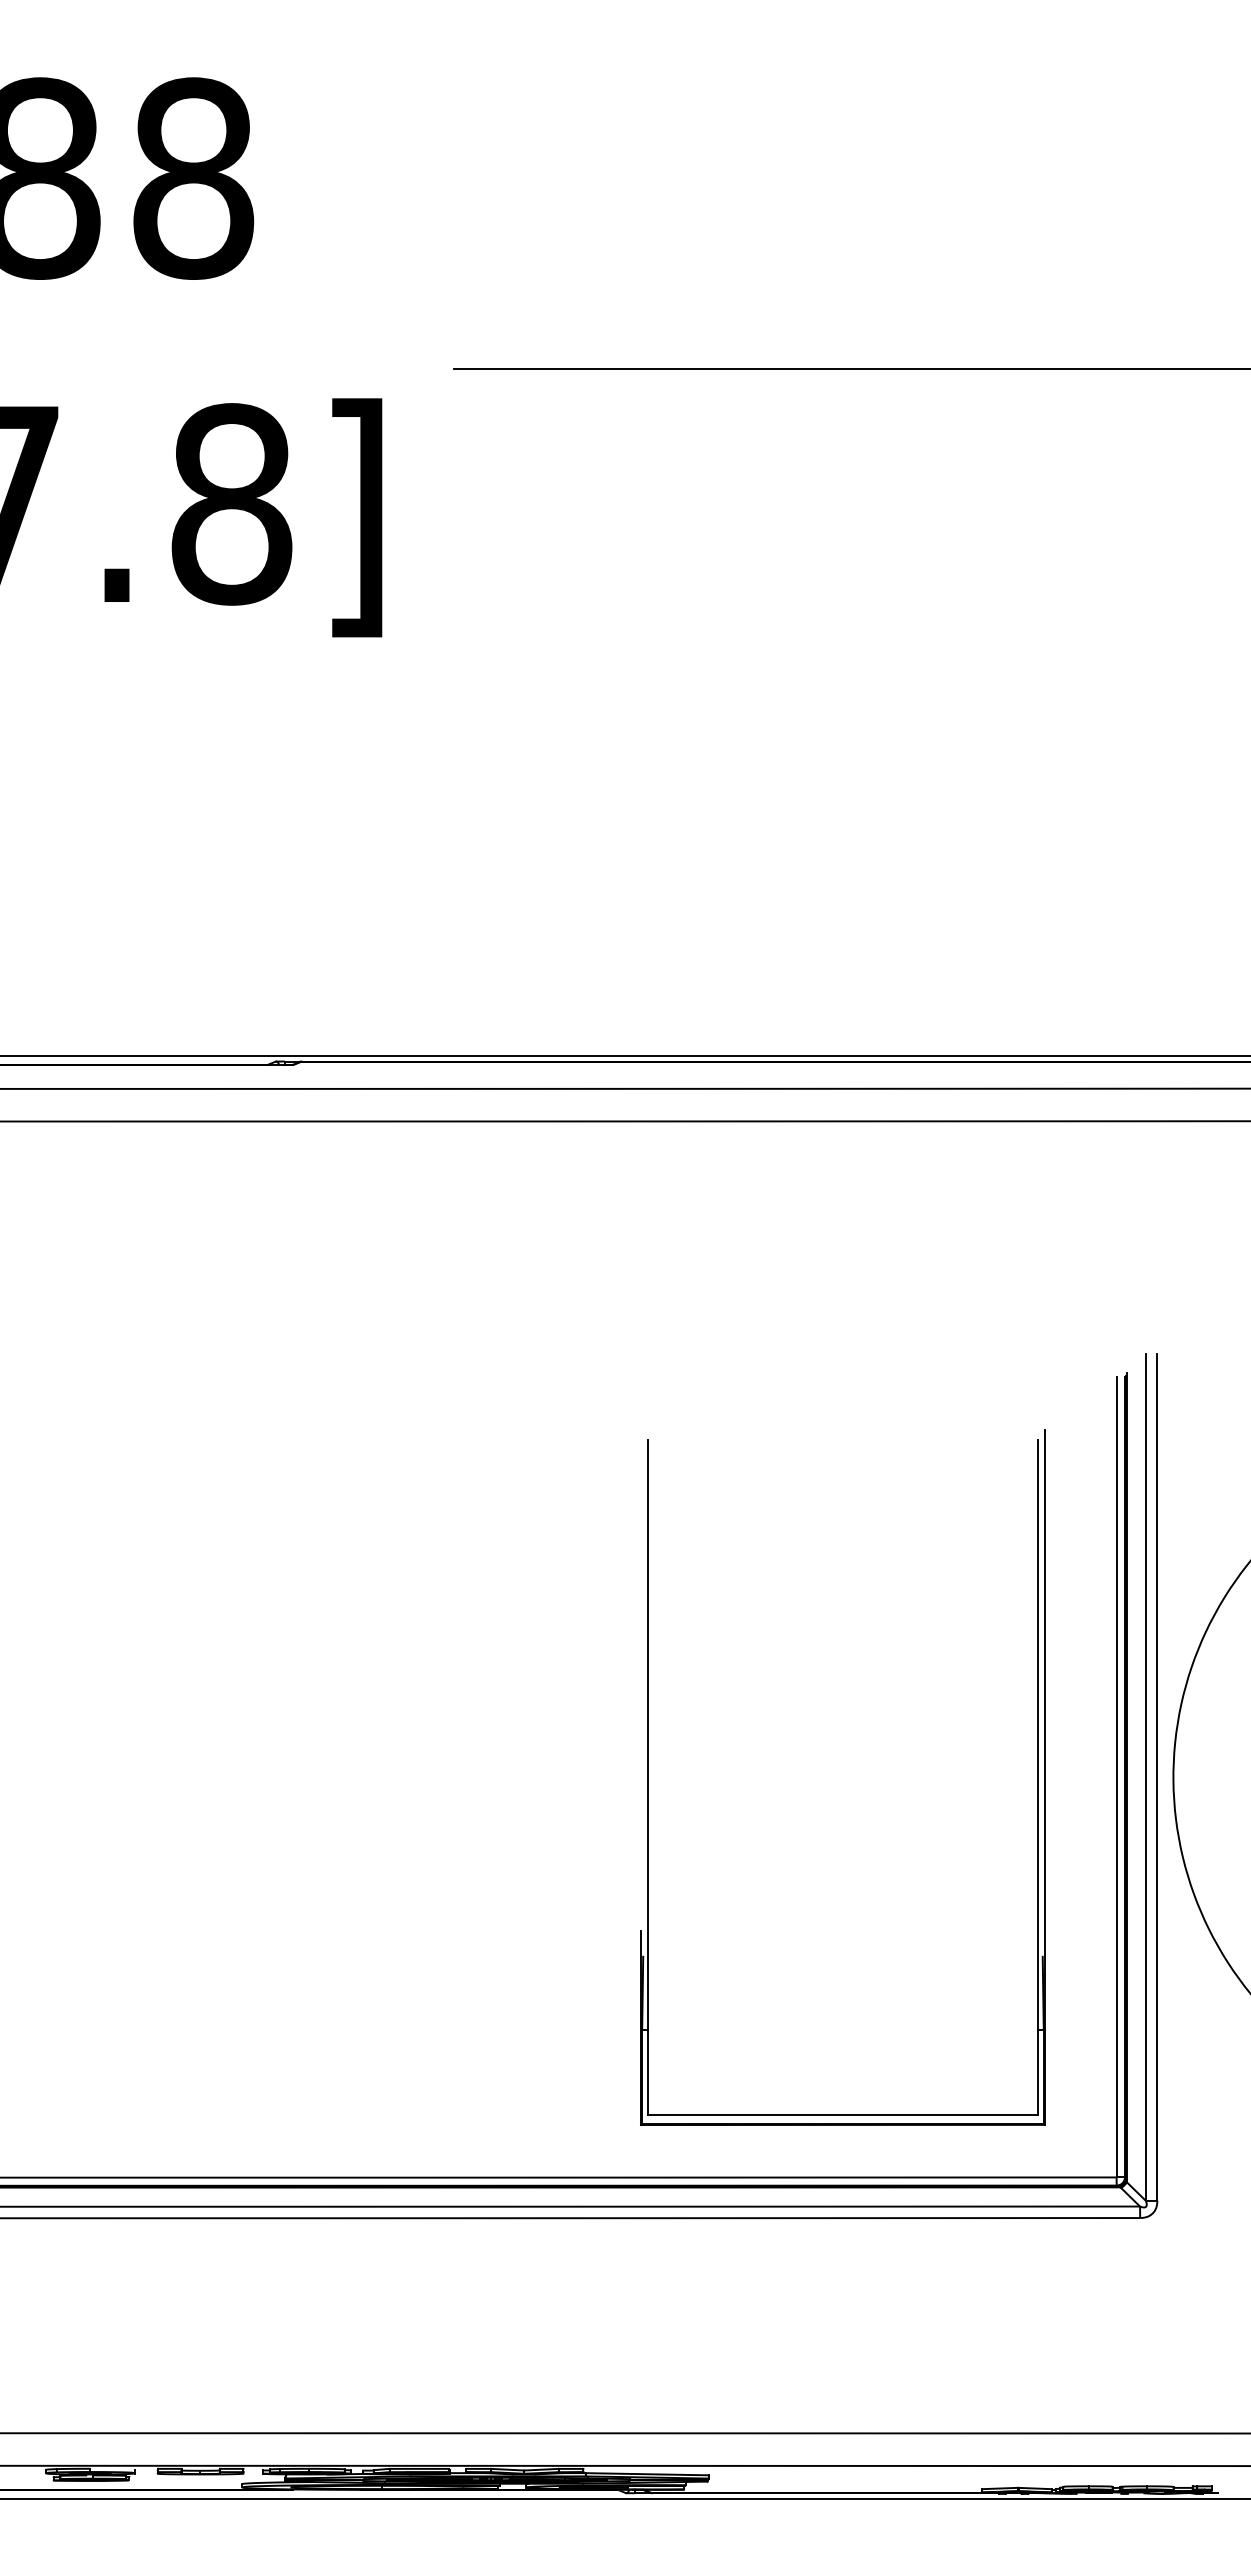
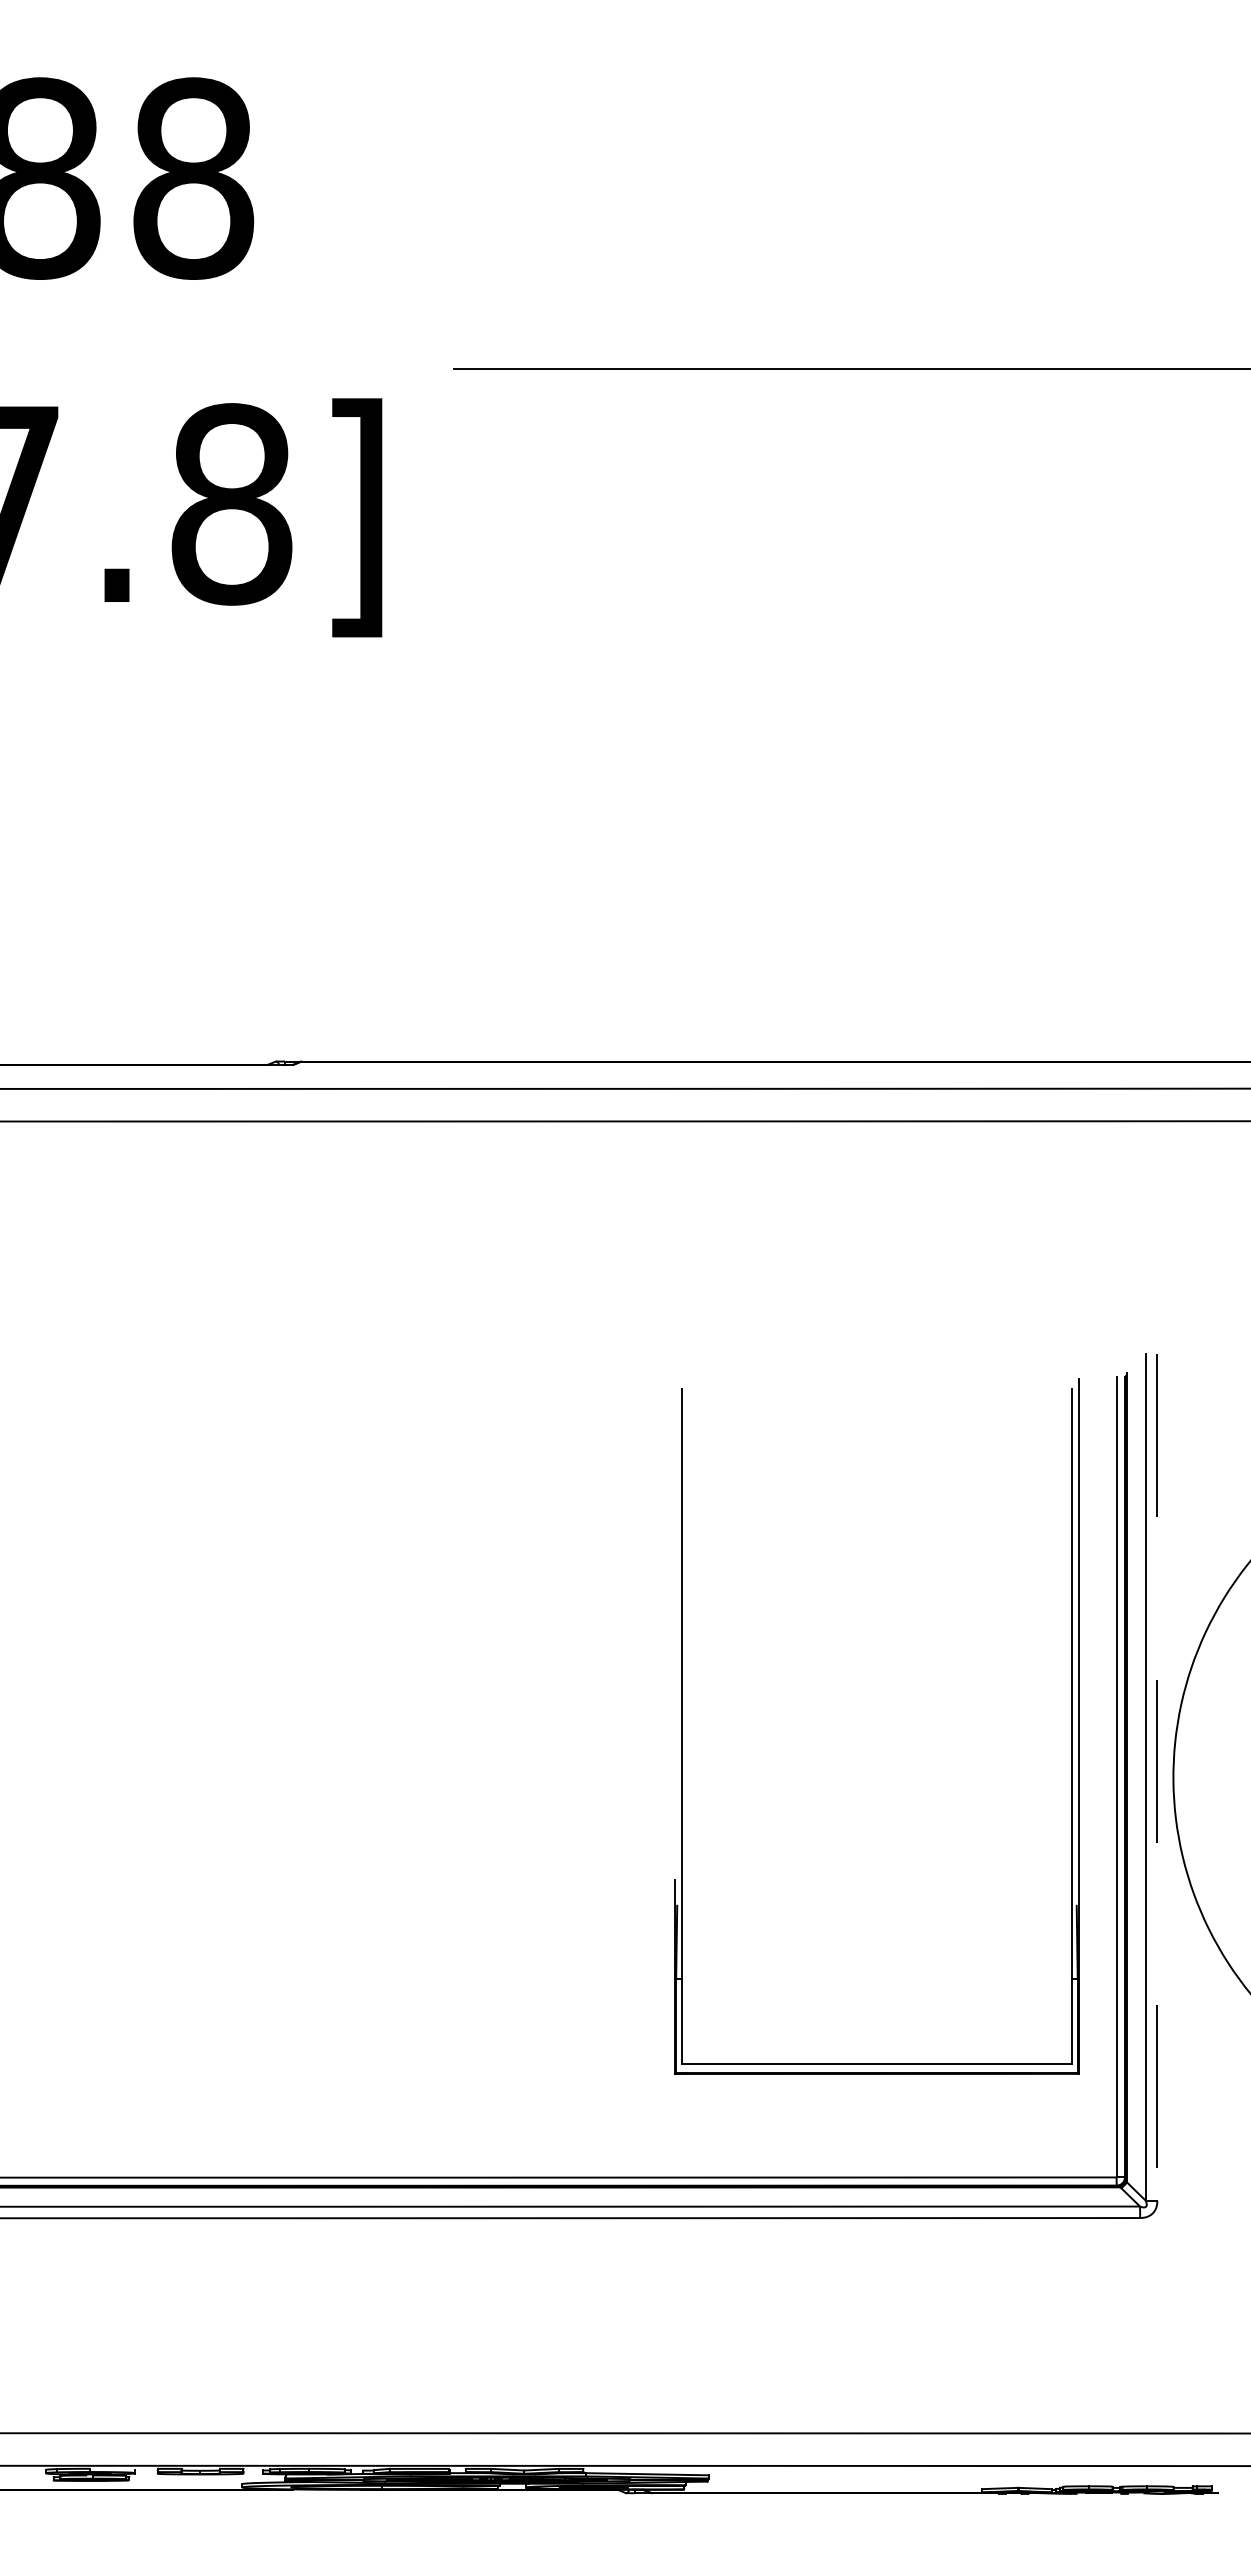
line at (624, 1056): present -> none
part at (648, 1777) position: (648, 1777) -> (682, 1726)
line at (1157, 1777): solid -> dashed
line at (624, 2498): present -> none
